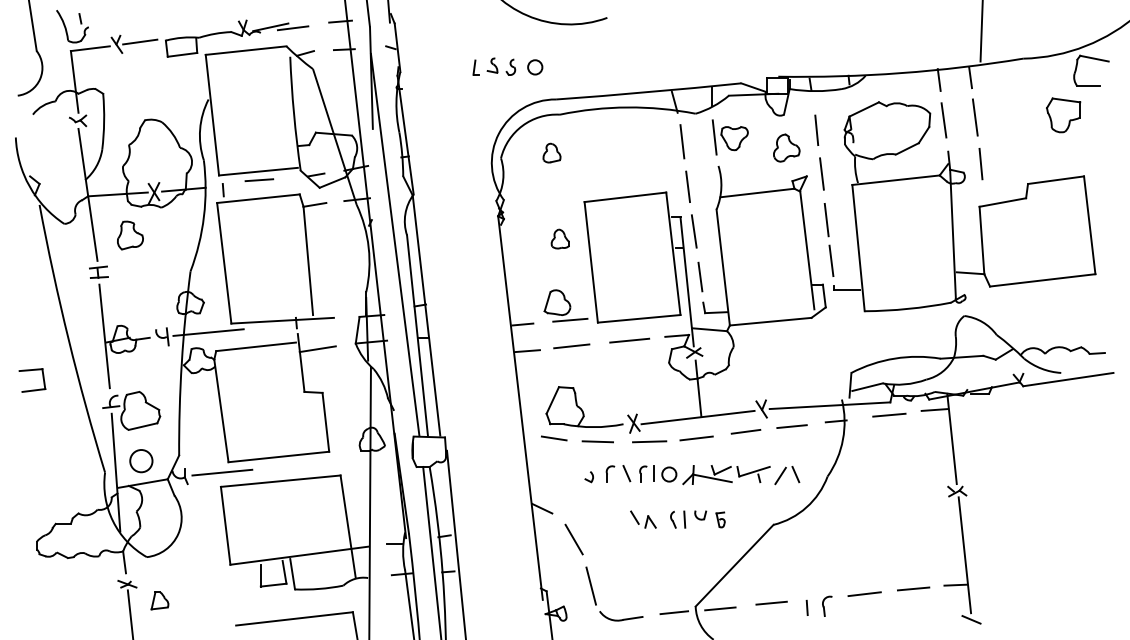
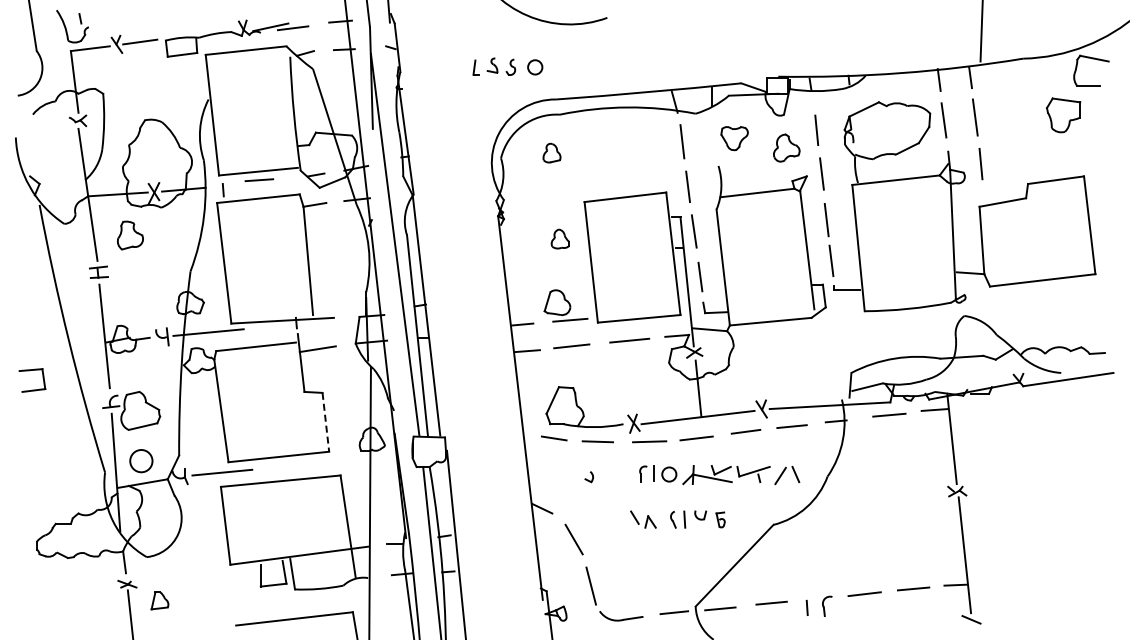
line at (714, 137): present -> none
line at (325, 422): solid -> dashed
part at (624, 471): present -> none
